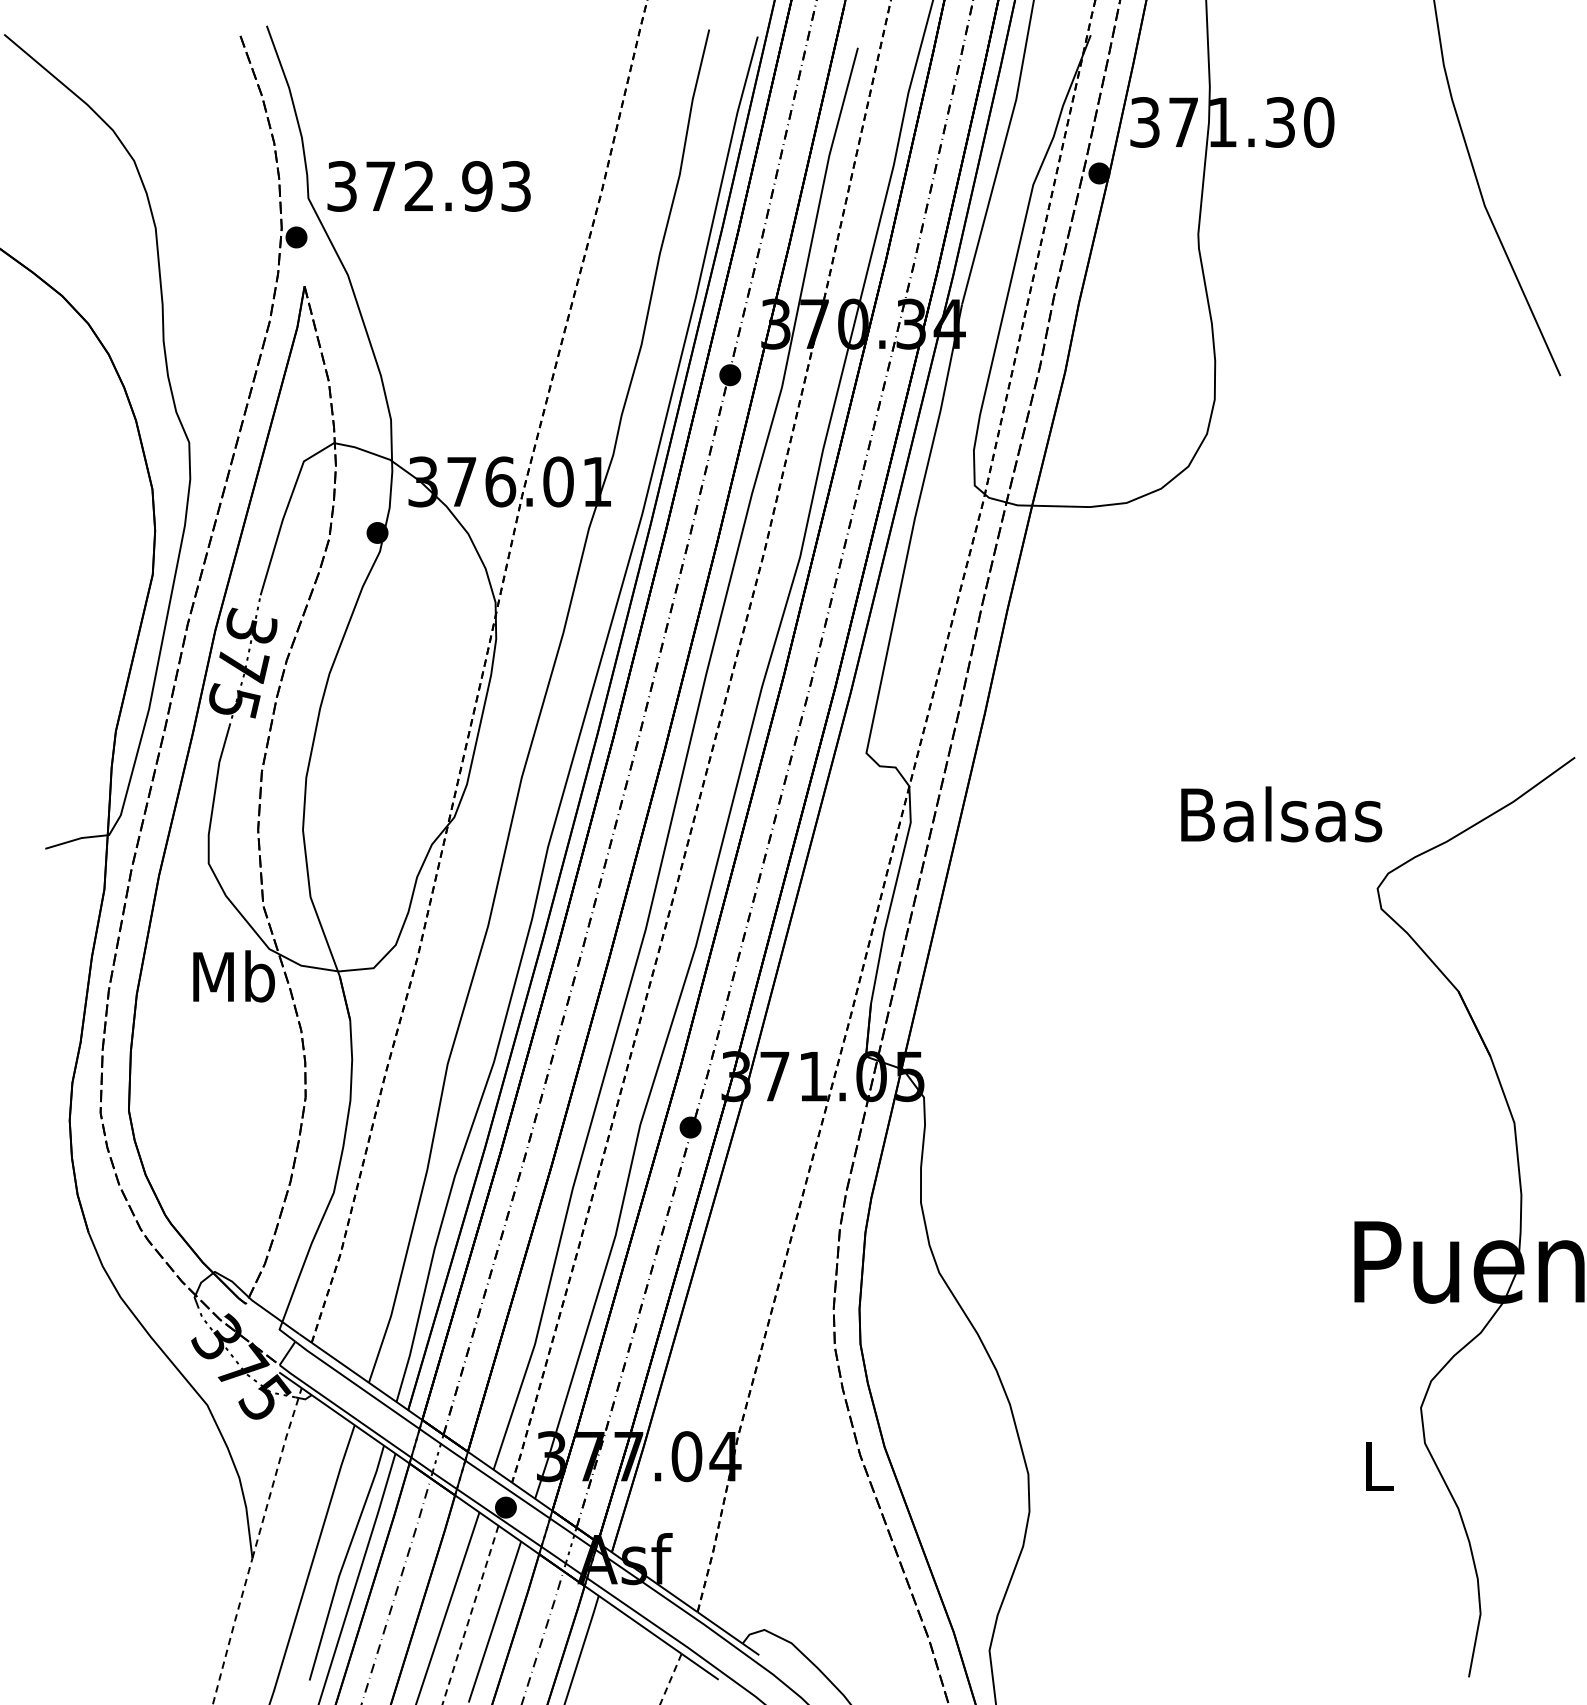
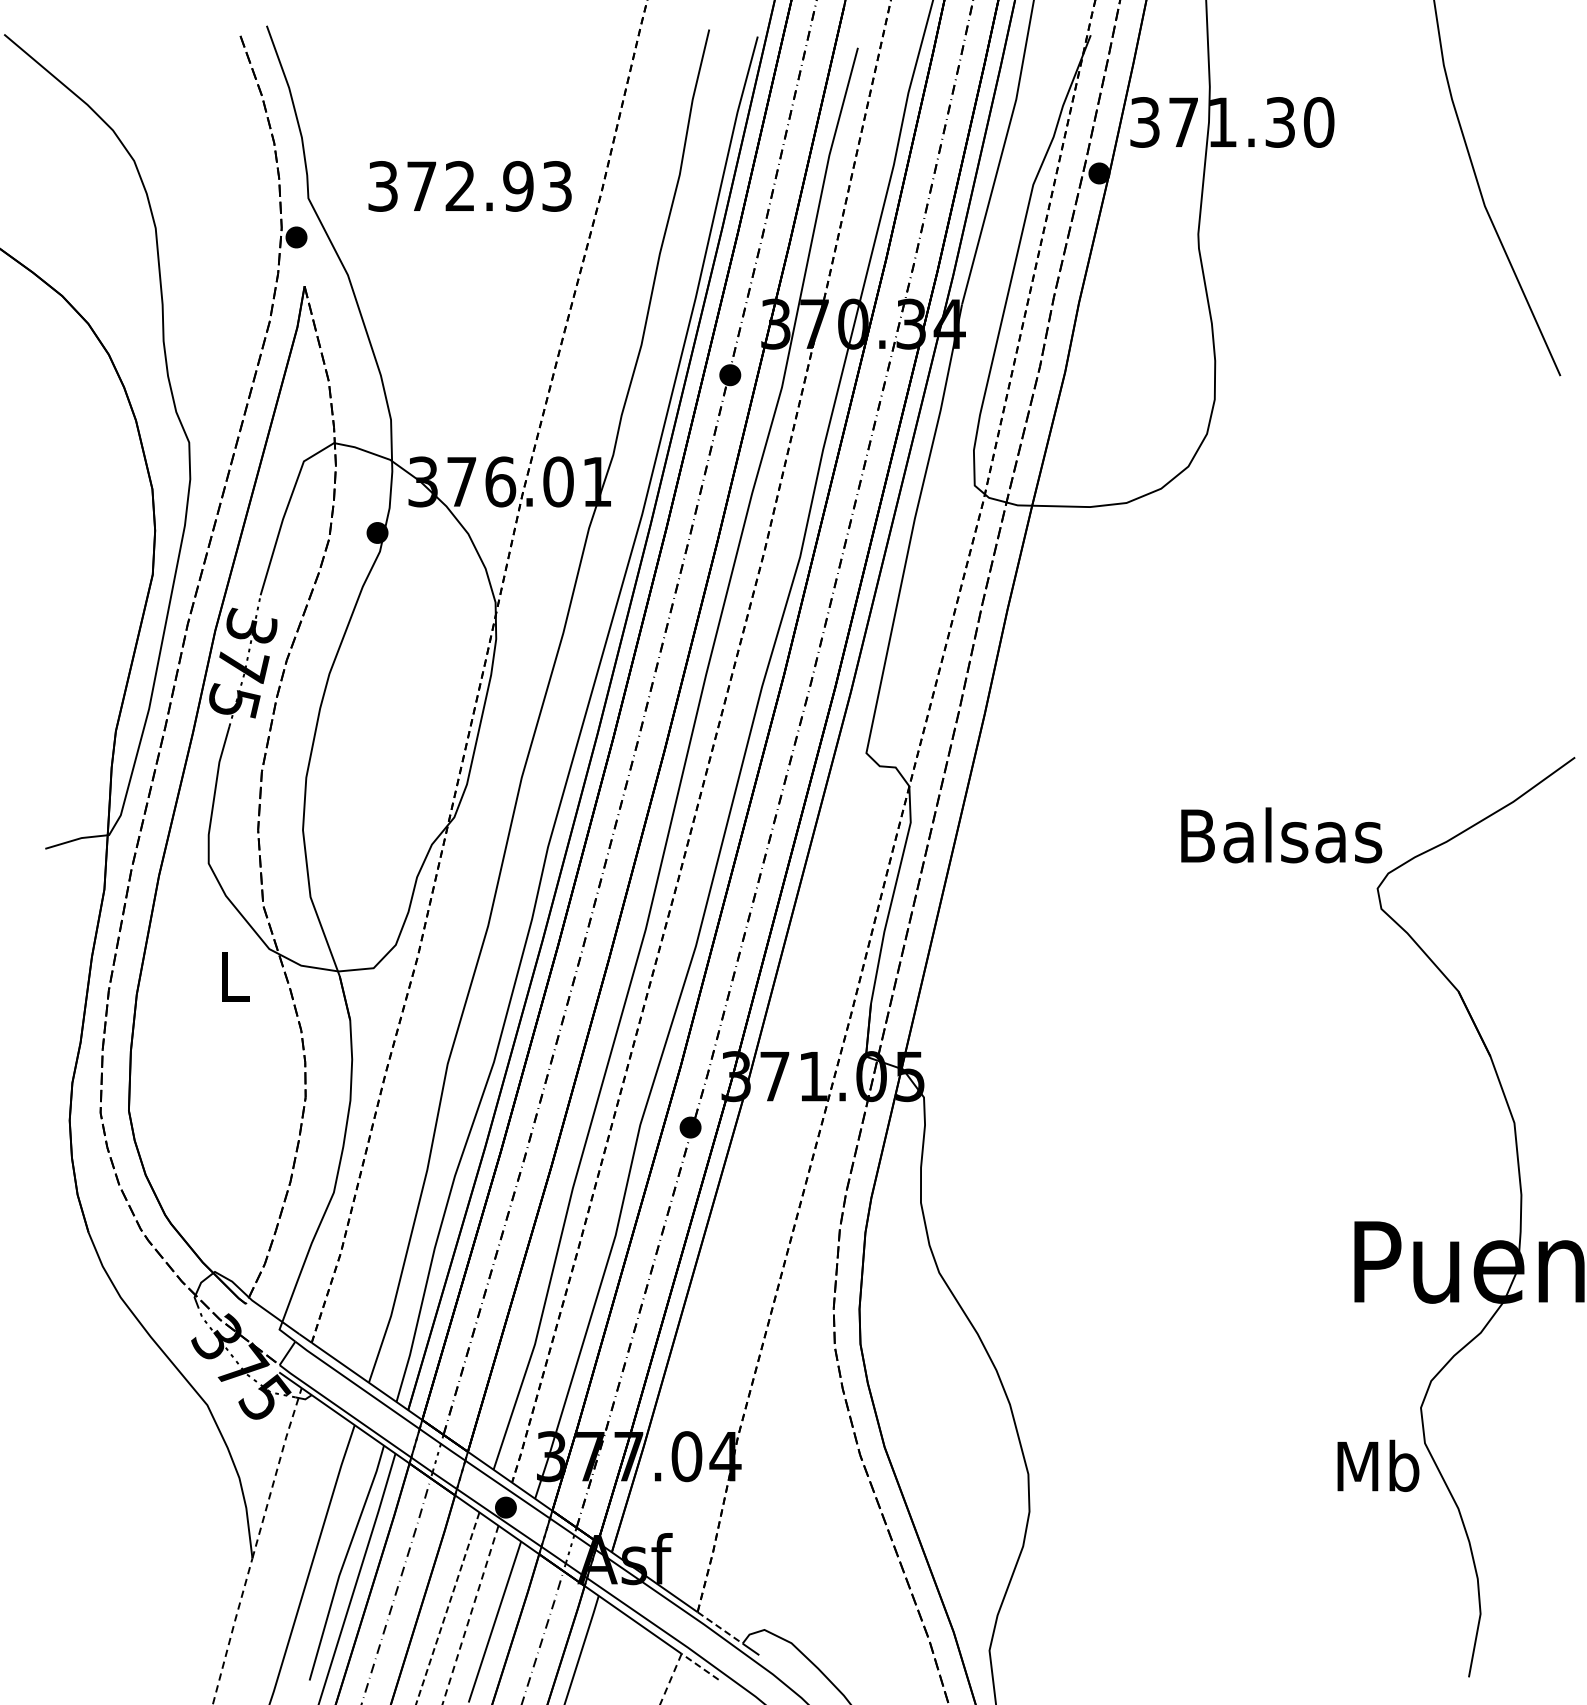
text at (428, 186) position: (428, 186) -> (469, 186)
text at (1281, 814) position: (1281, 814) -> (1281, 835)
text at (234, 976): Mb -> L
text at (1378, 1465): L -> Mb
line at (447, 1609): solid -> dashed
line at (720, 1628): solid -> dashed
line at (700, 1666): solid -> dashed
